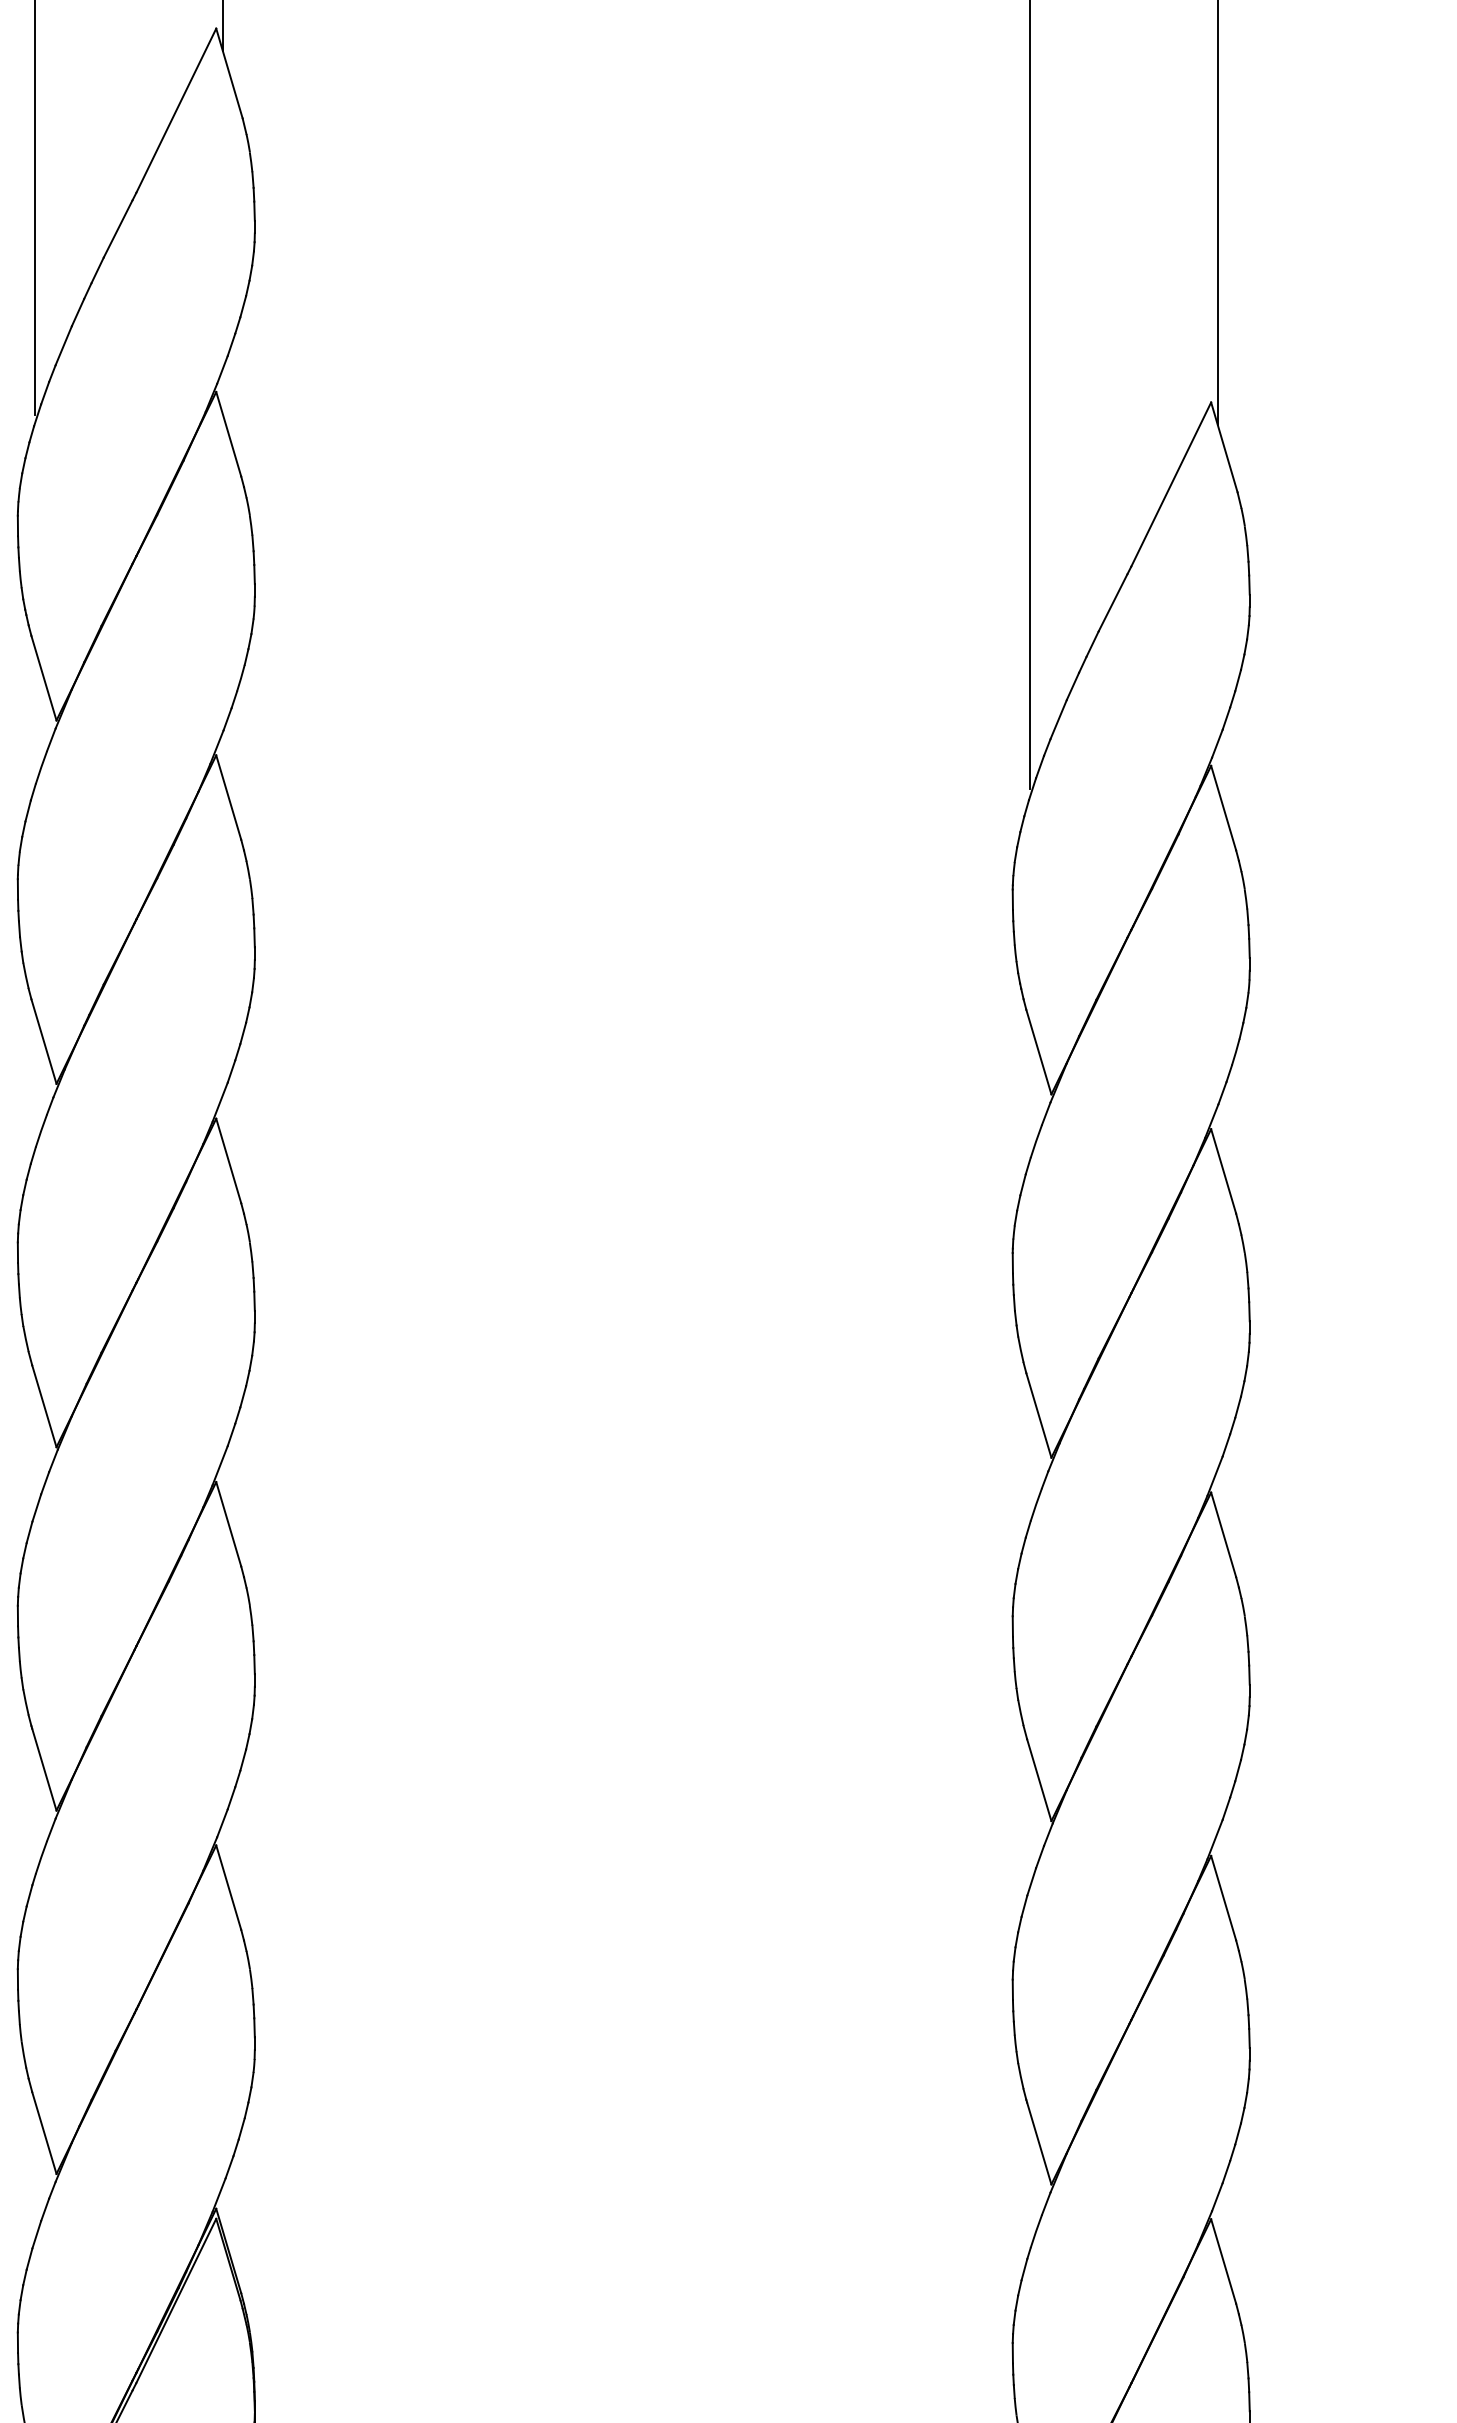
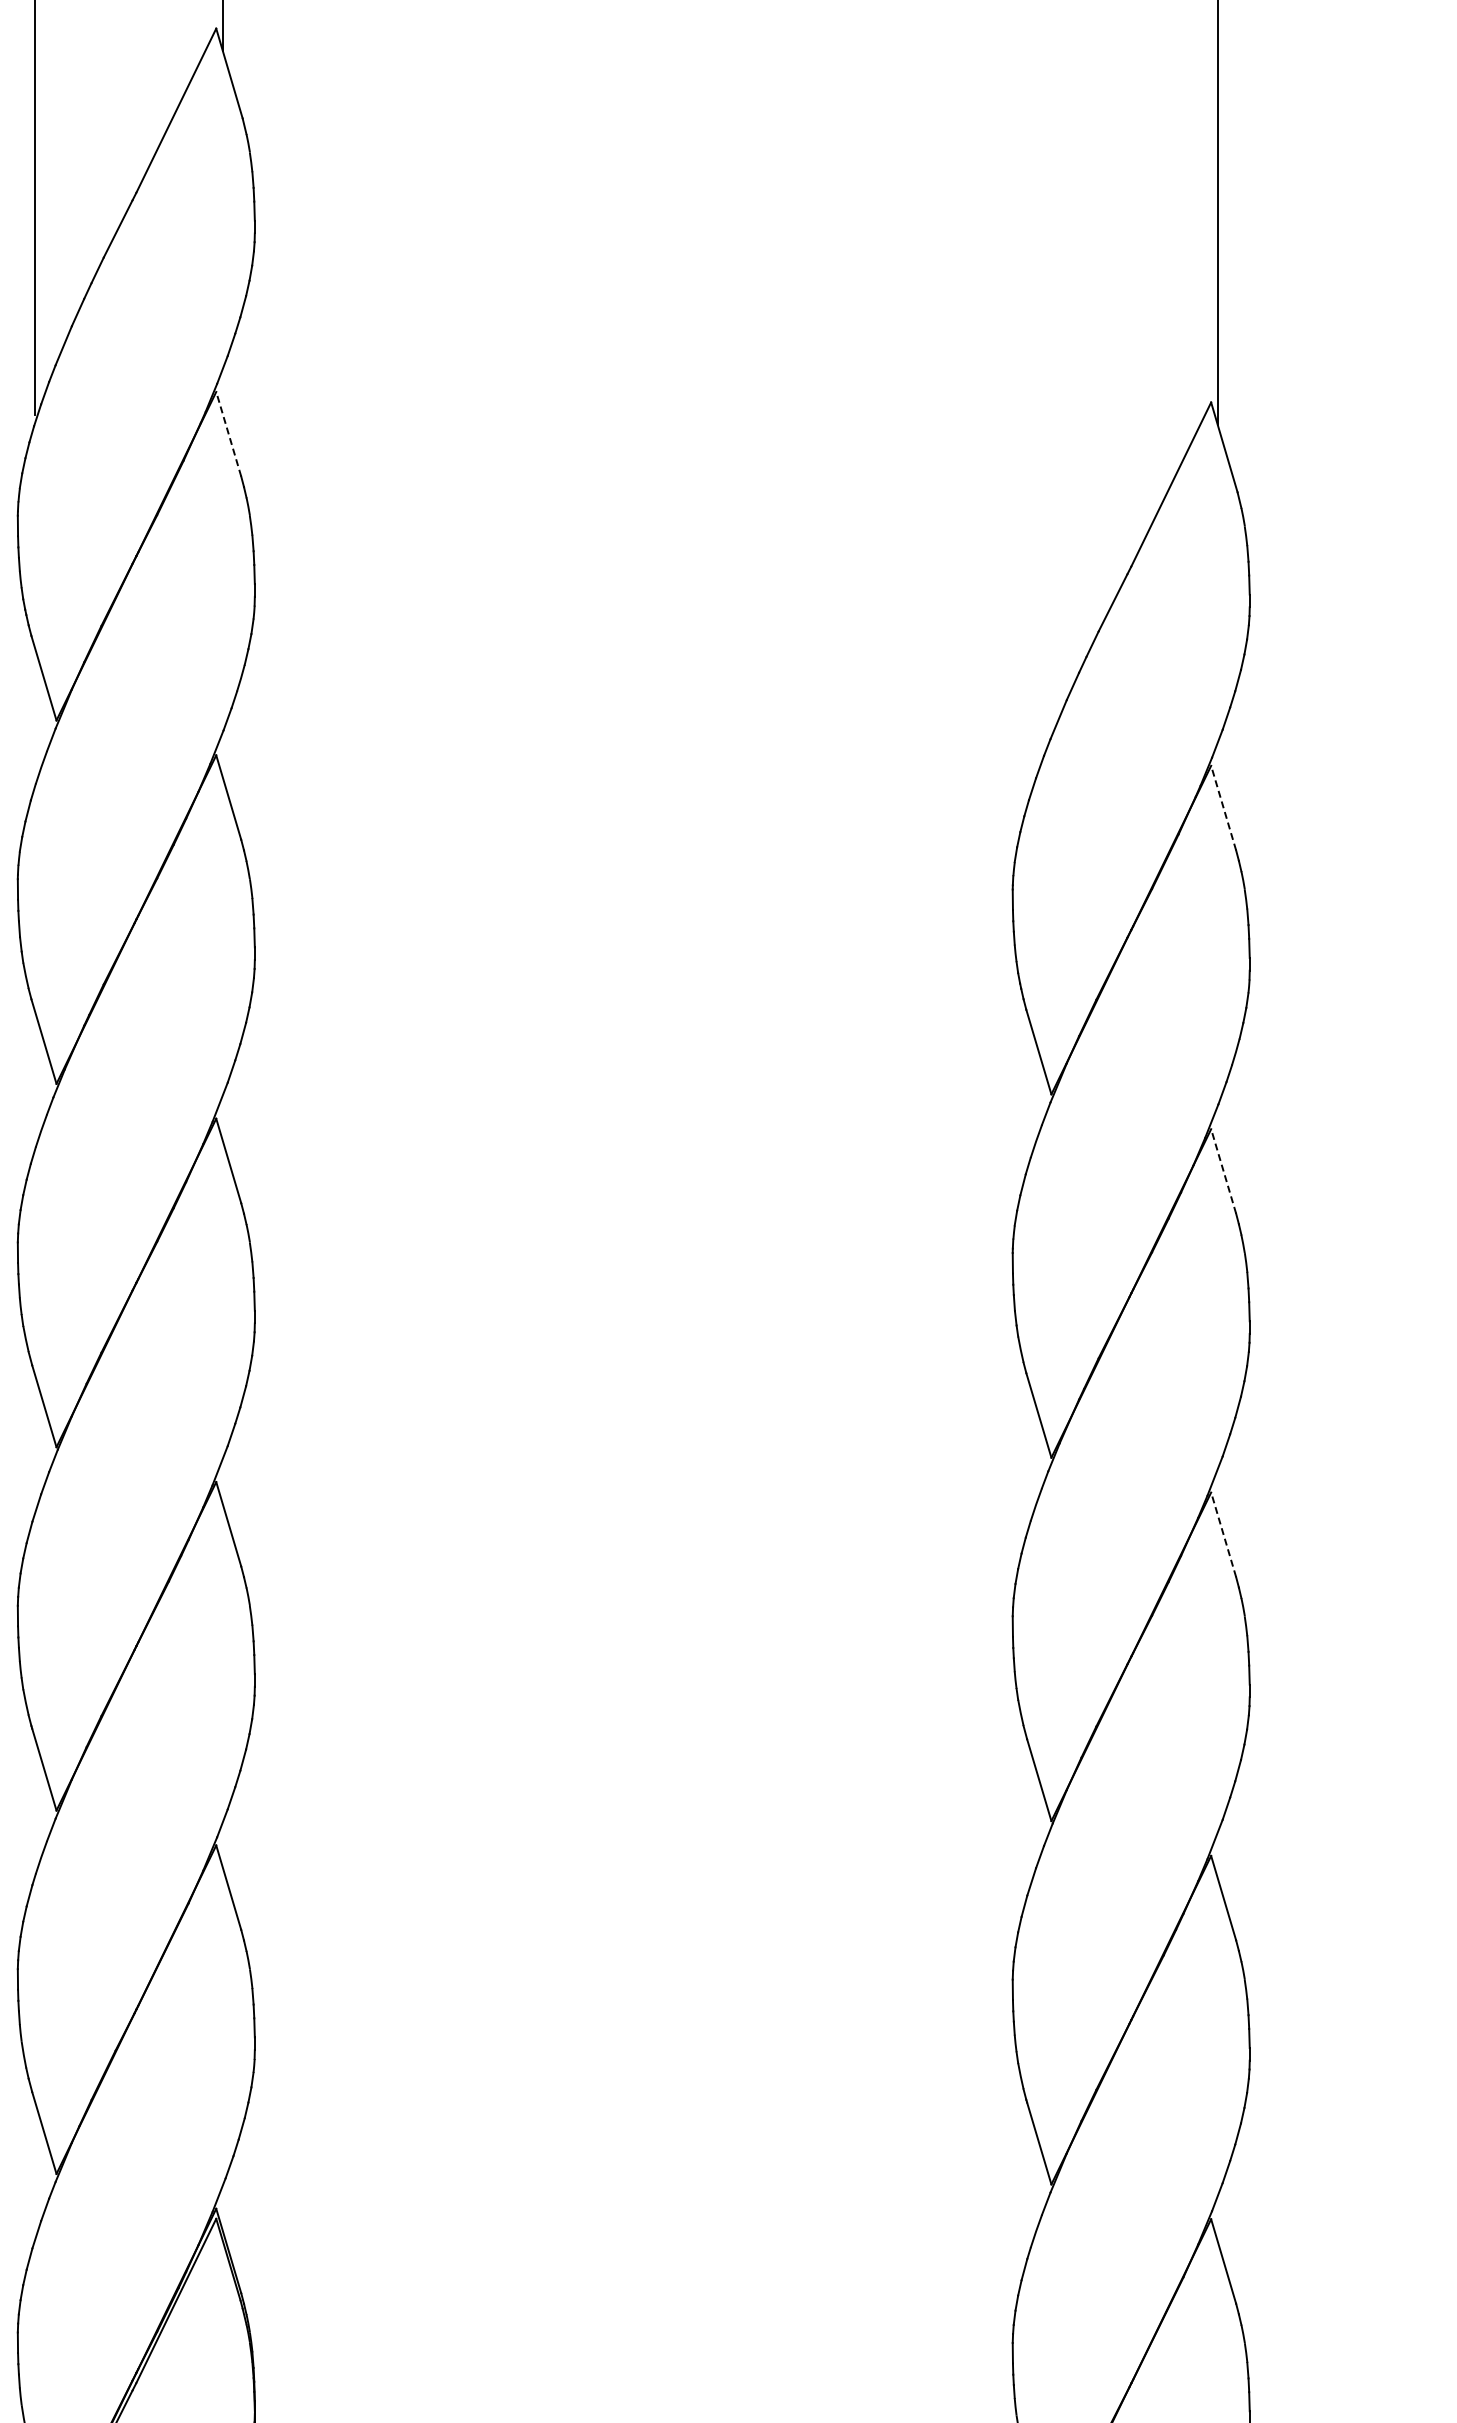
line at (1029, 395): present -> none
line at (228, 433): solid -> dashed
line at (1223, 807): solid -> dashed
line at (1223, 1170): solid -> dashed
line at (1223, 1534): solid -> dashed
